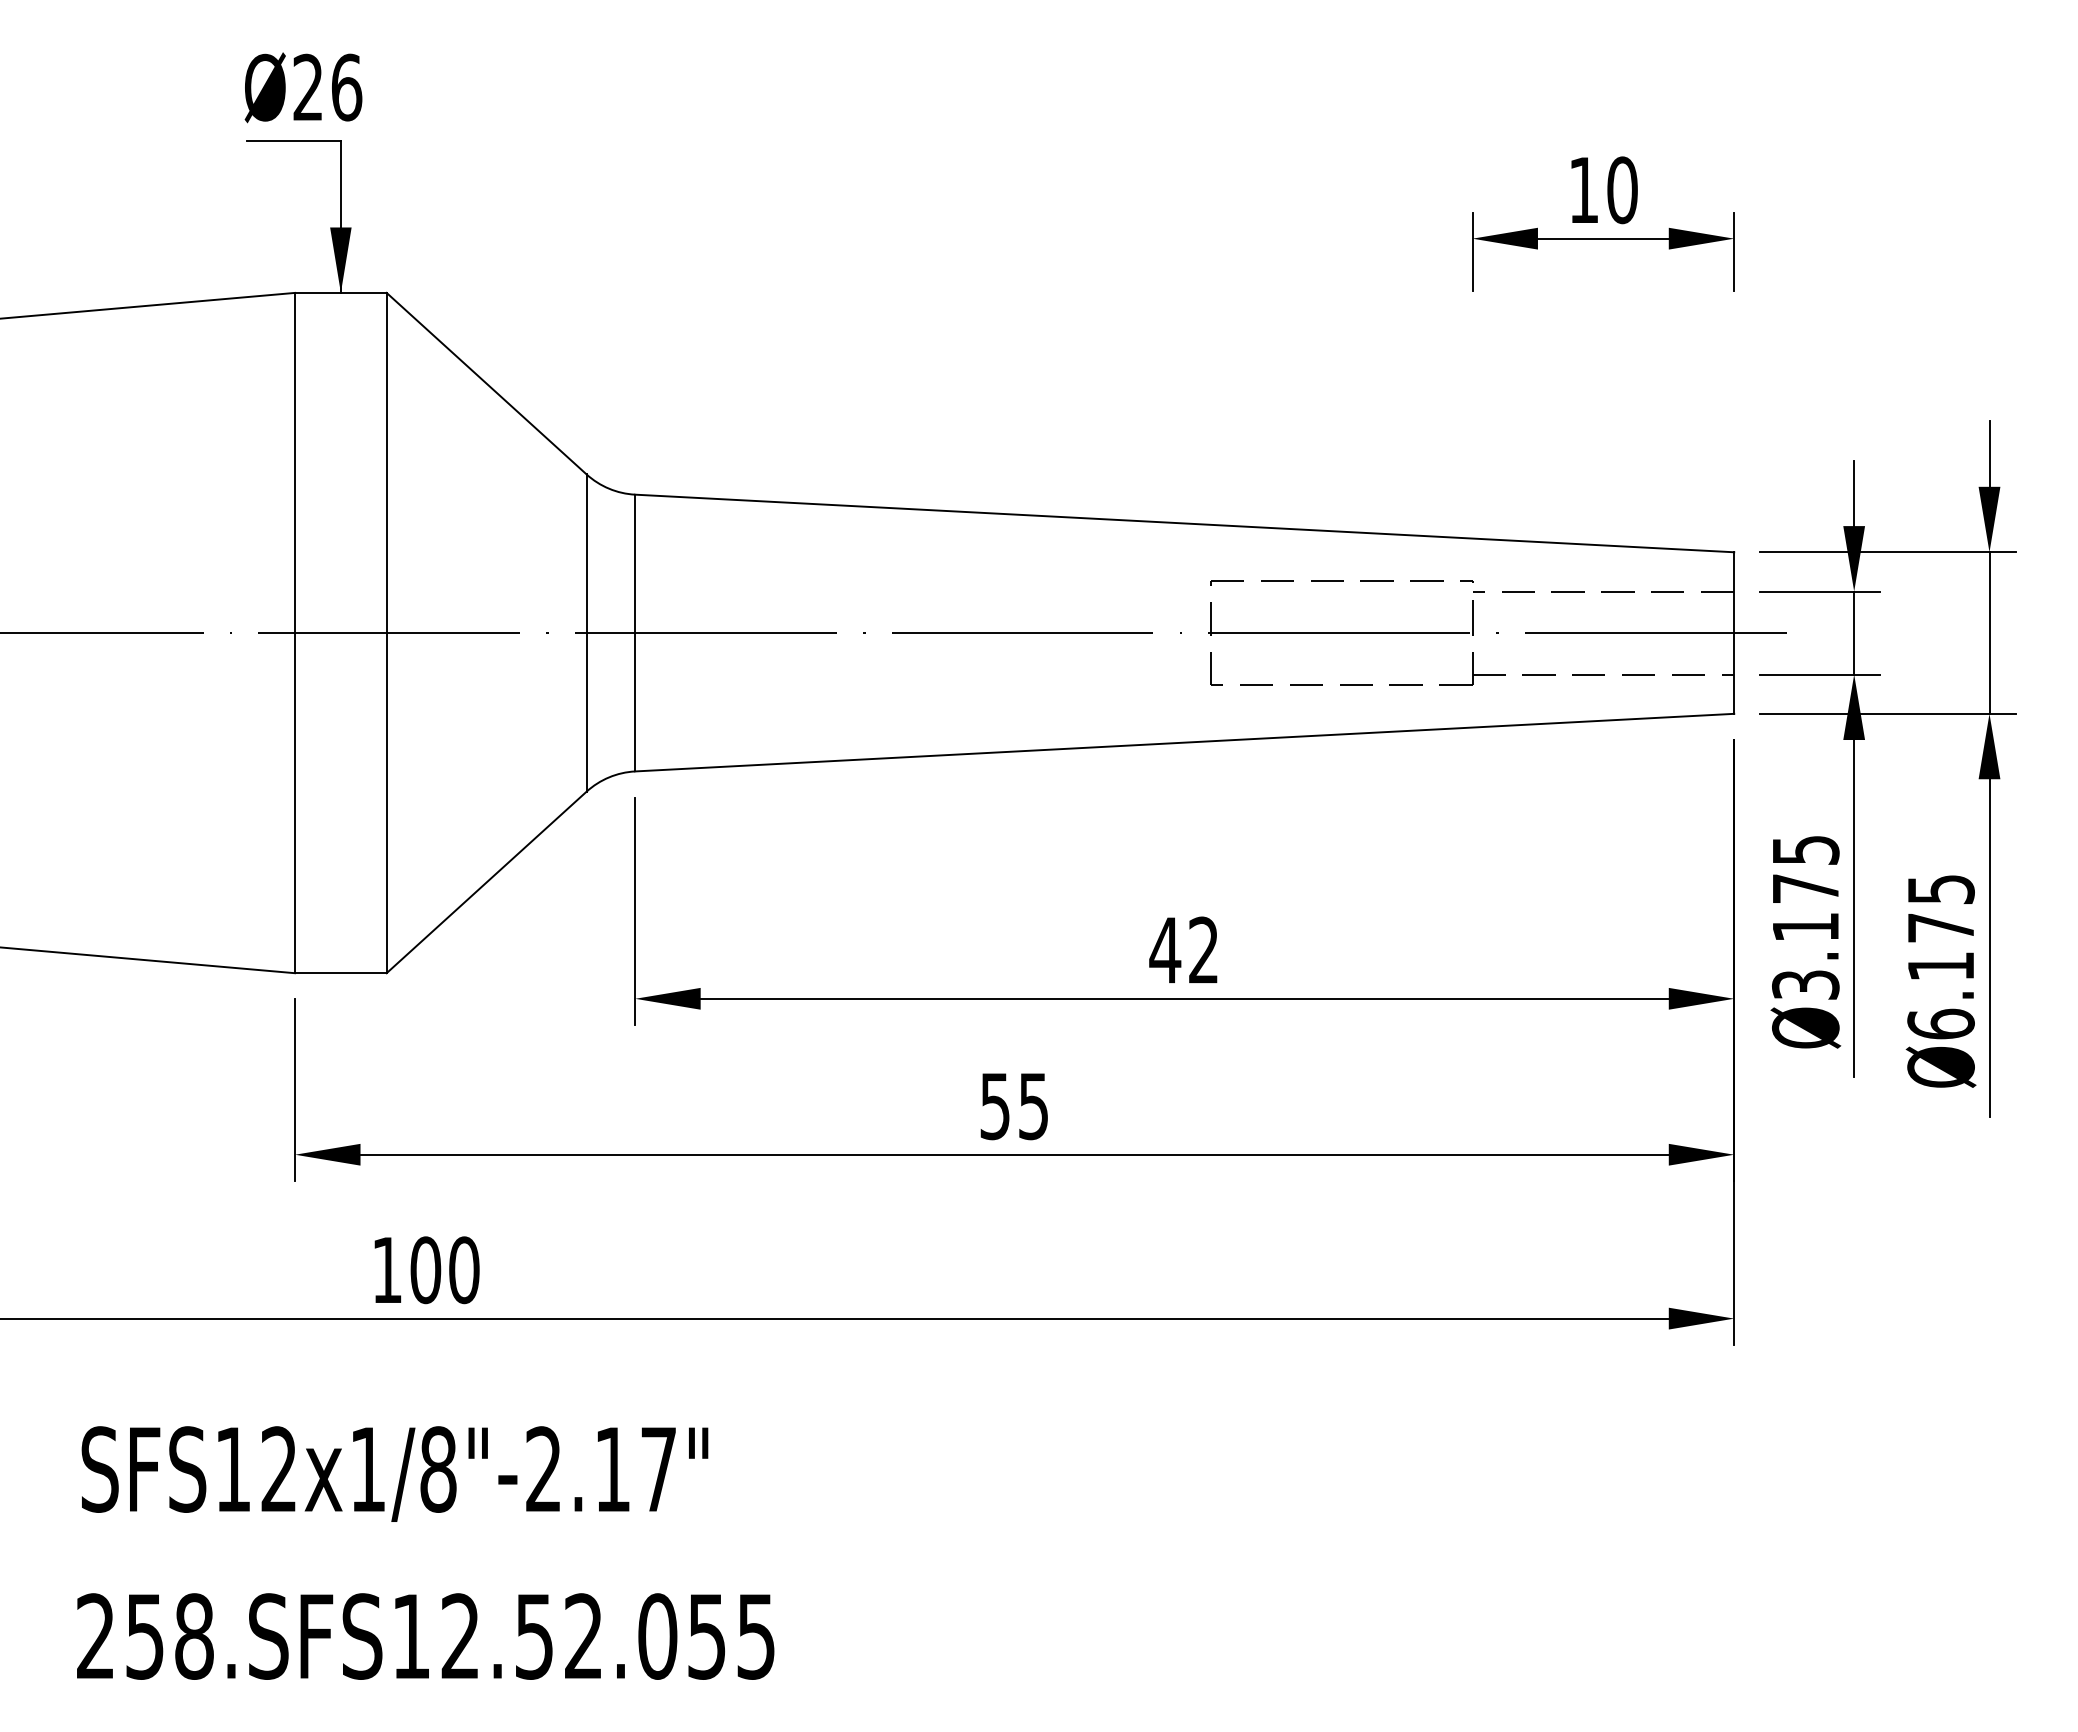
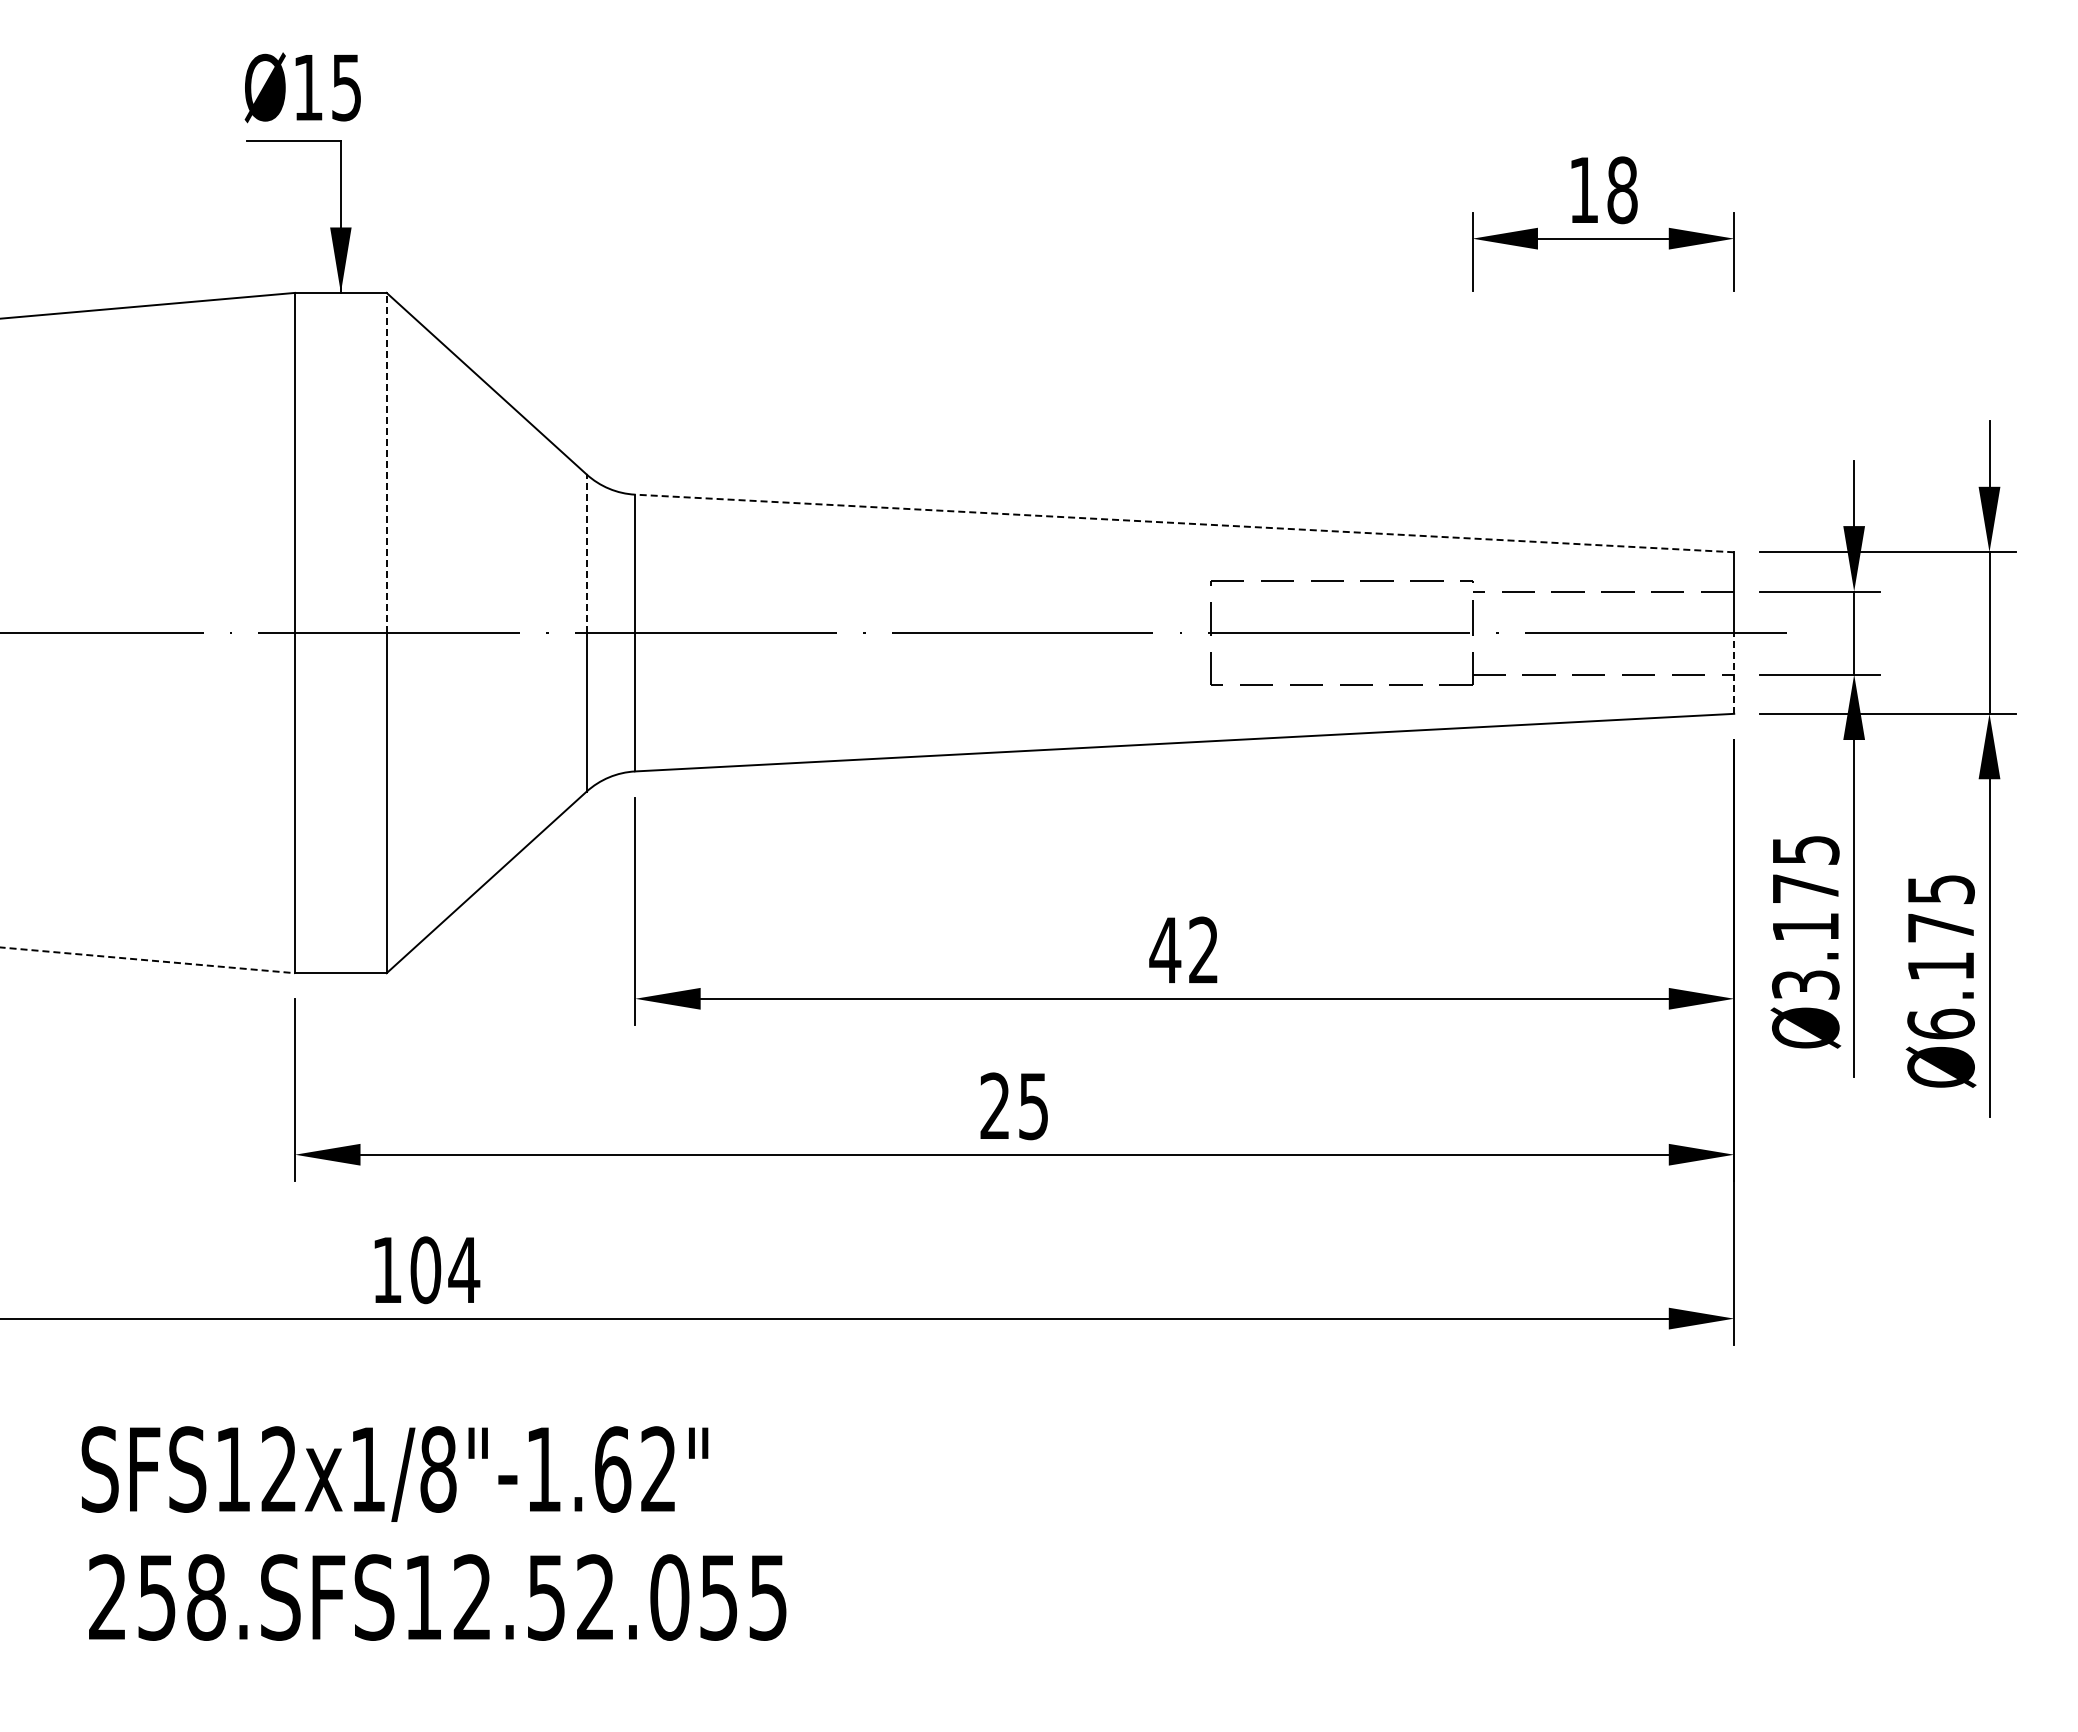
text at (327, 87): Ø26 -> Ø15
text at (1622, 189): 10 -> 18
line at (386, 462): solid -> dashed
line at (1184, 523): solid -> dashed
line at (586, 553): solid -> dashed
line at (1734, 672): solid -> dashed
line at (147, 960): solid -> dashed
text at (994, 1106): 55 -> 25
text at (464, 1270): 100 -> 104
text at (600, 1469): SFS12x1/8"-2.17" -> SFS12x1/8"-1.62"
text at (425, 1636) position: (425, 1636) -> (437, 1597)
